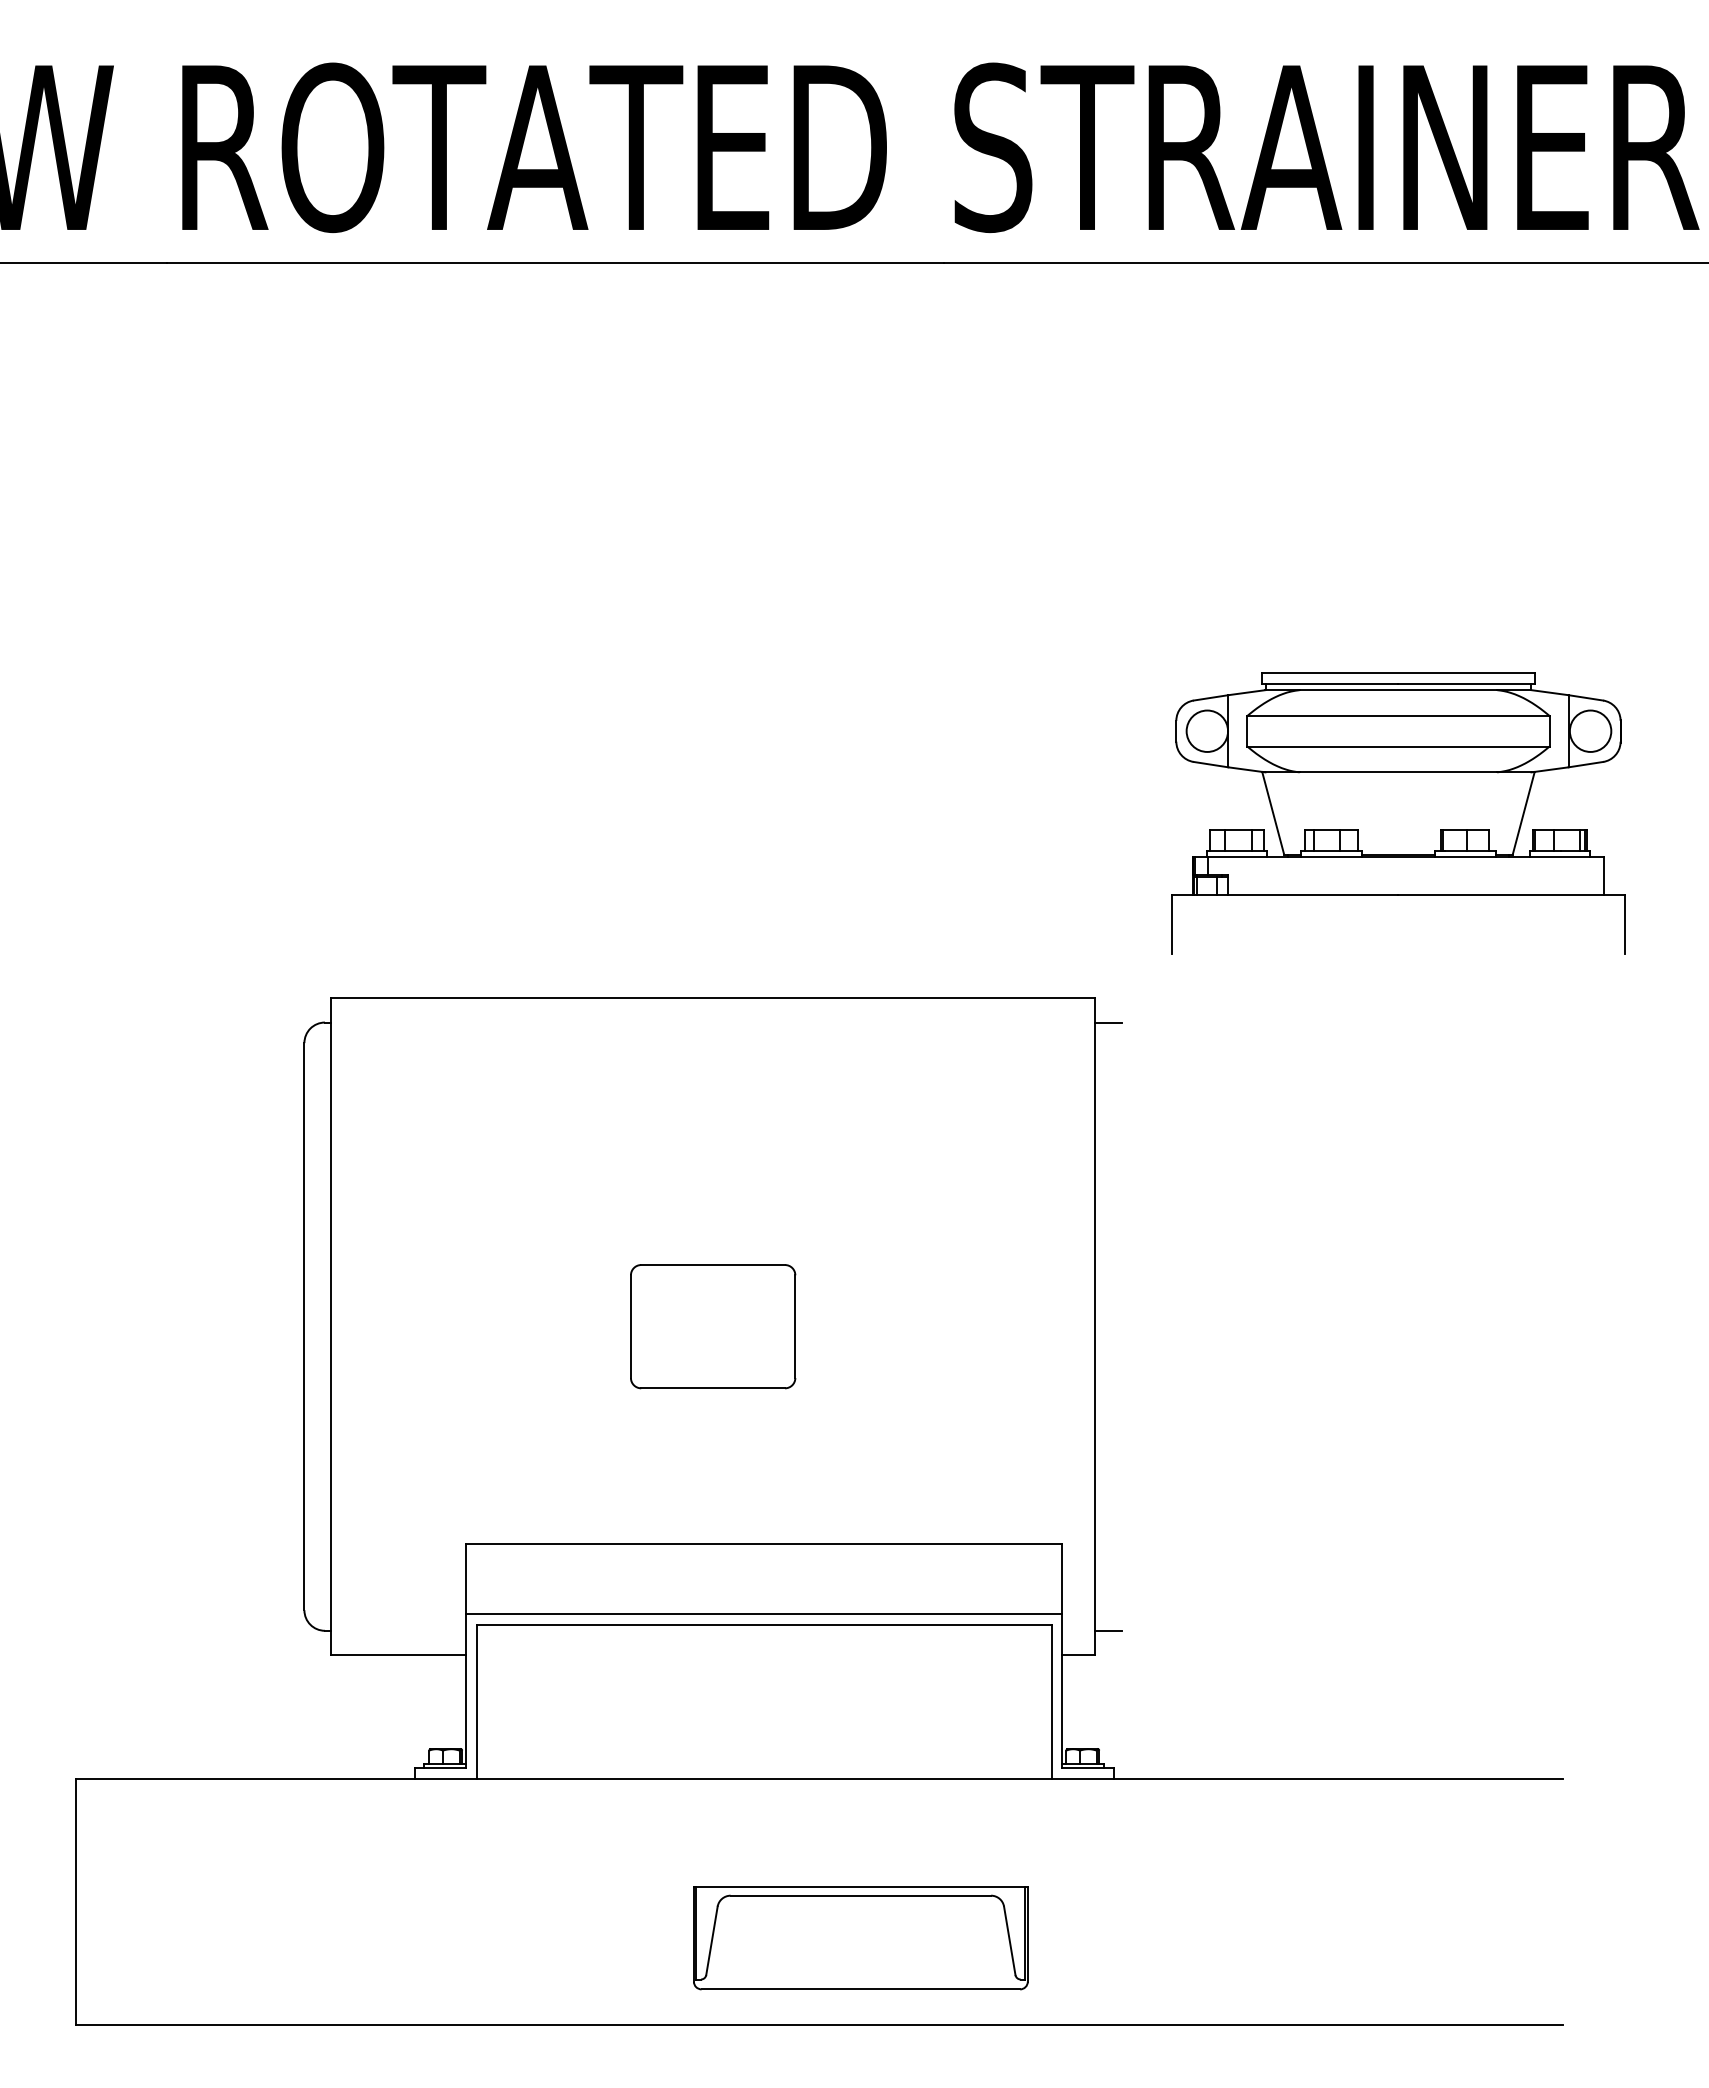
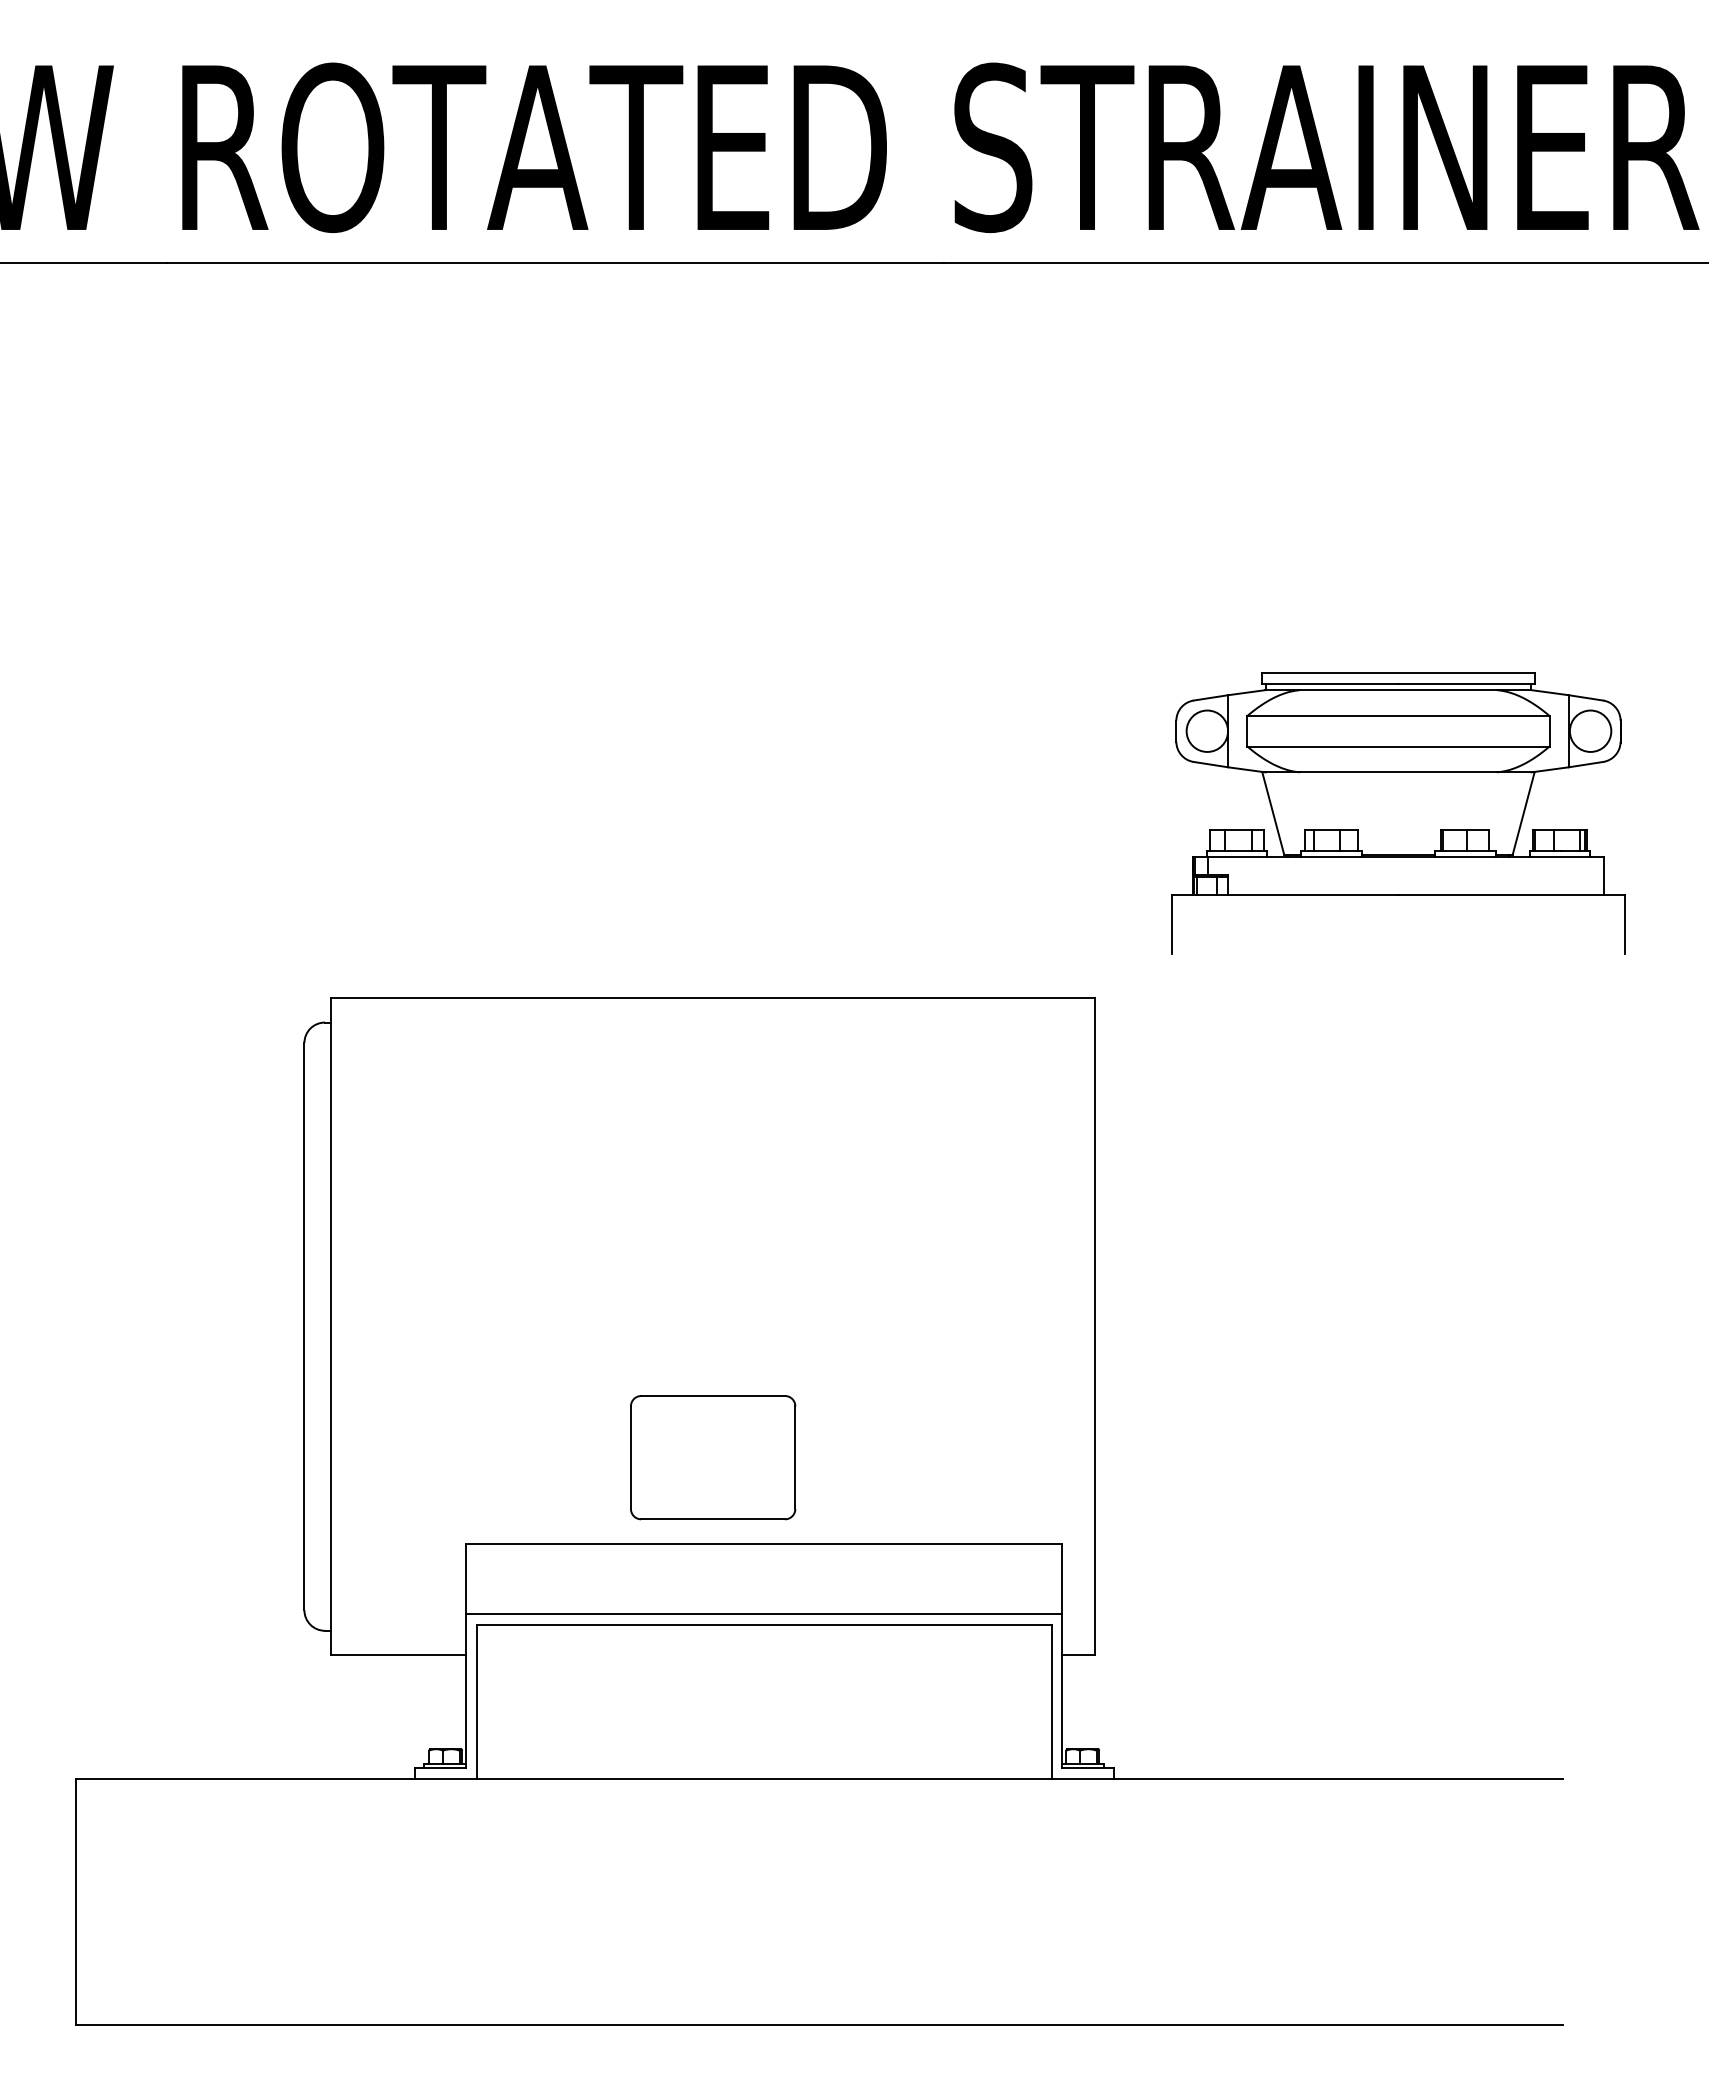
line at (1108, 1022): present -> none
part at (713, 1326) position: (713, 1326) -> (713, 1457)
line at (1108, 1630): present -> none
part at (860, 1938): present -> none
